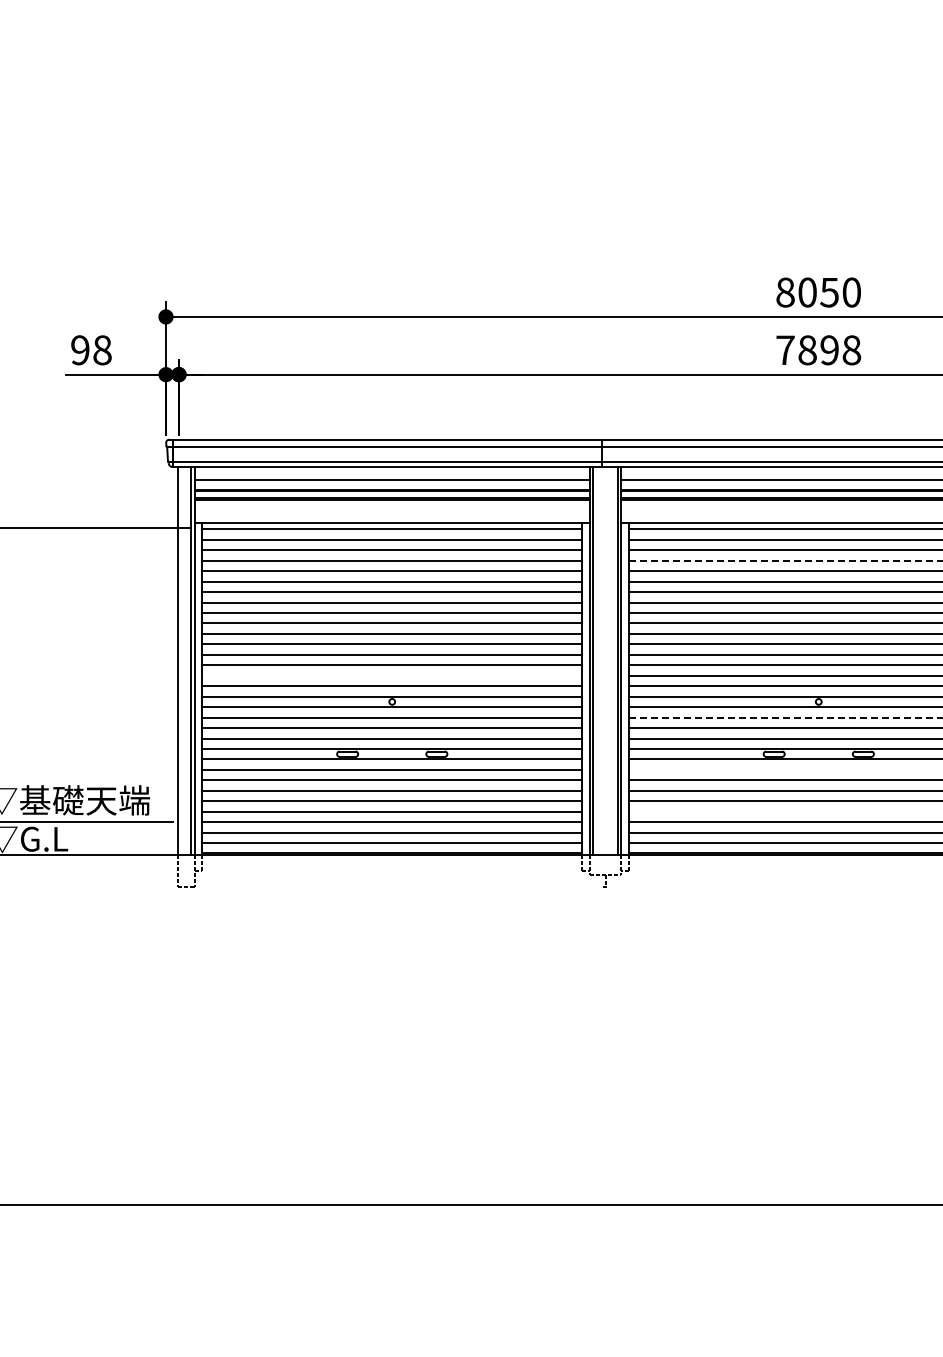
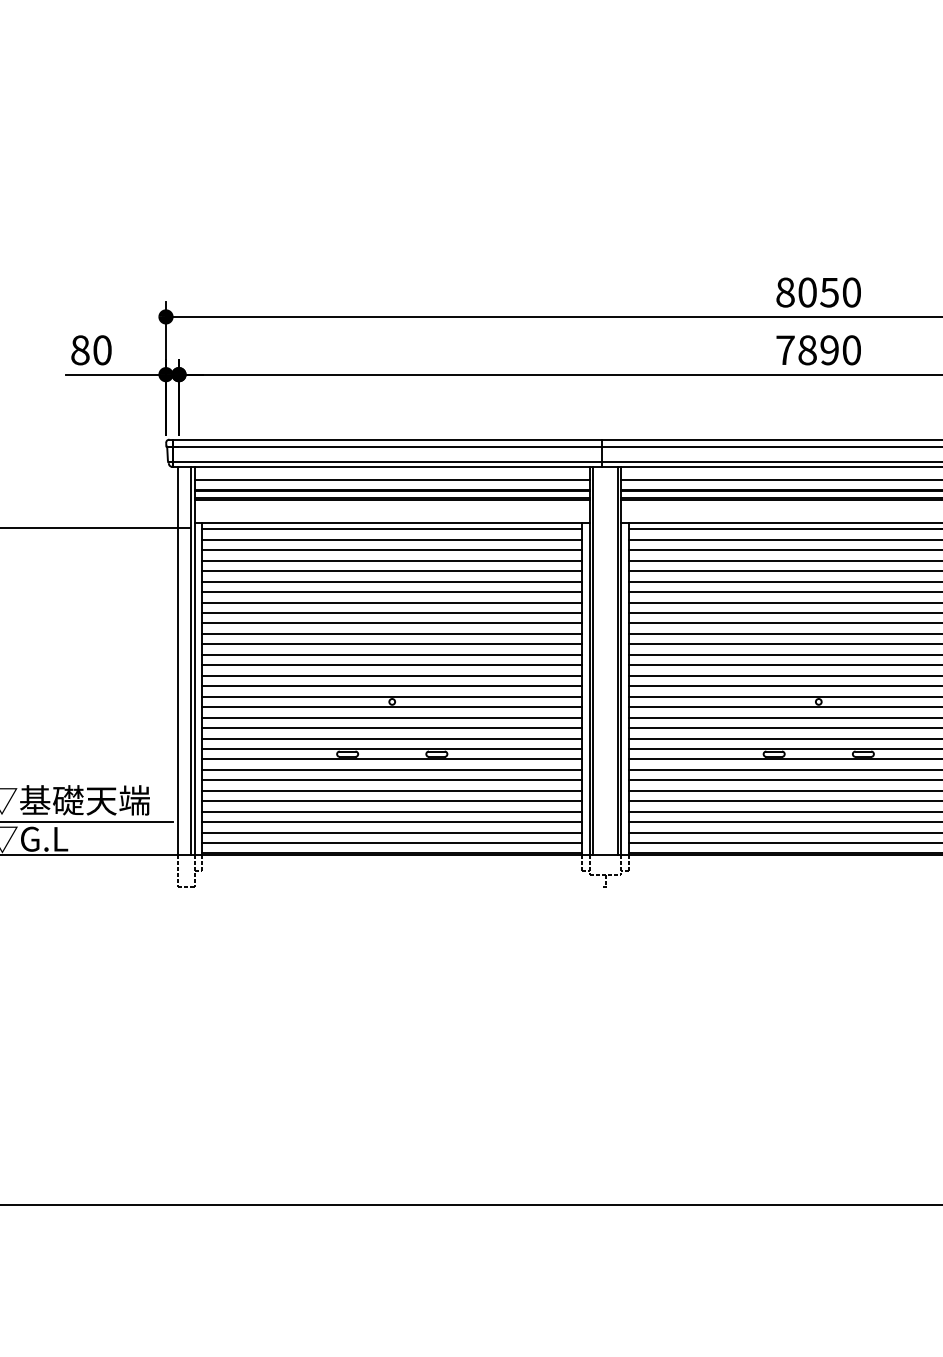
text at (91, 350): 98 -> 80
text at (851, 350): 7898 -> 7890
line at (785, 560): dashed -> solid
line at (392, 675): none -> present
line at (785, 717): dashed -> solid
line at (783, 769): none -> present
line at (783, 811): none -> present
